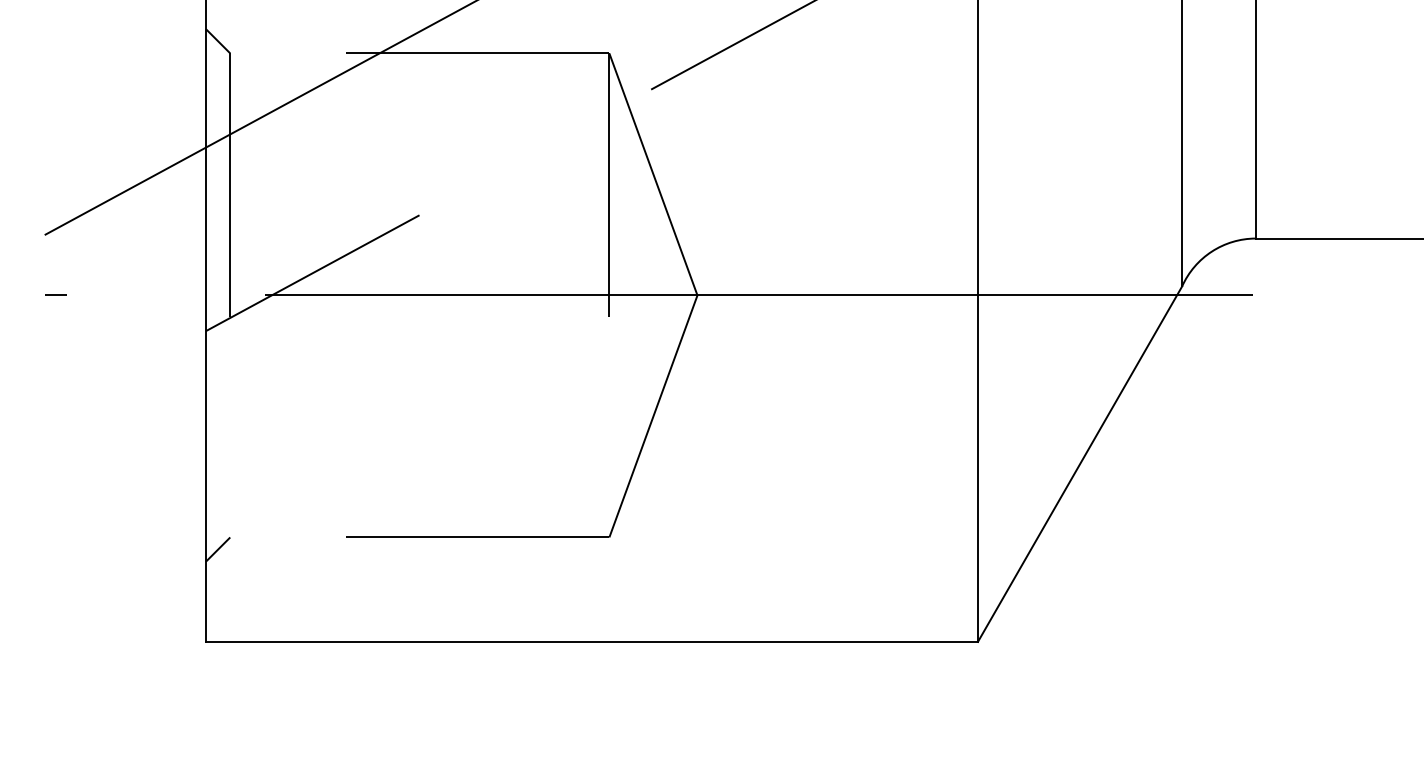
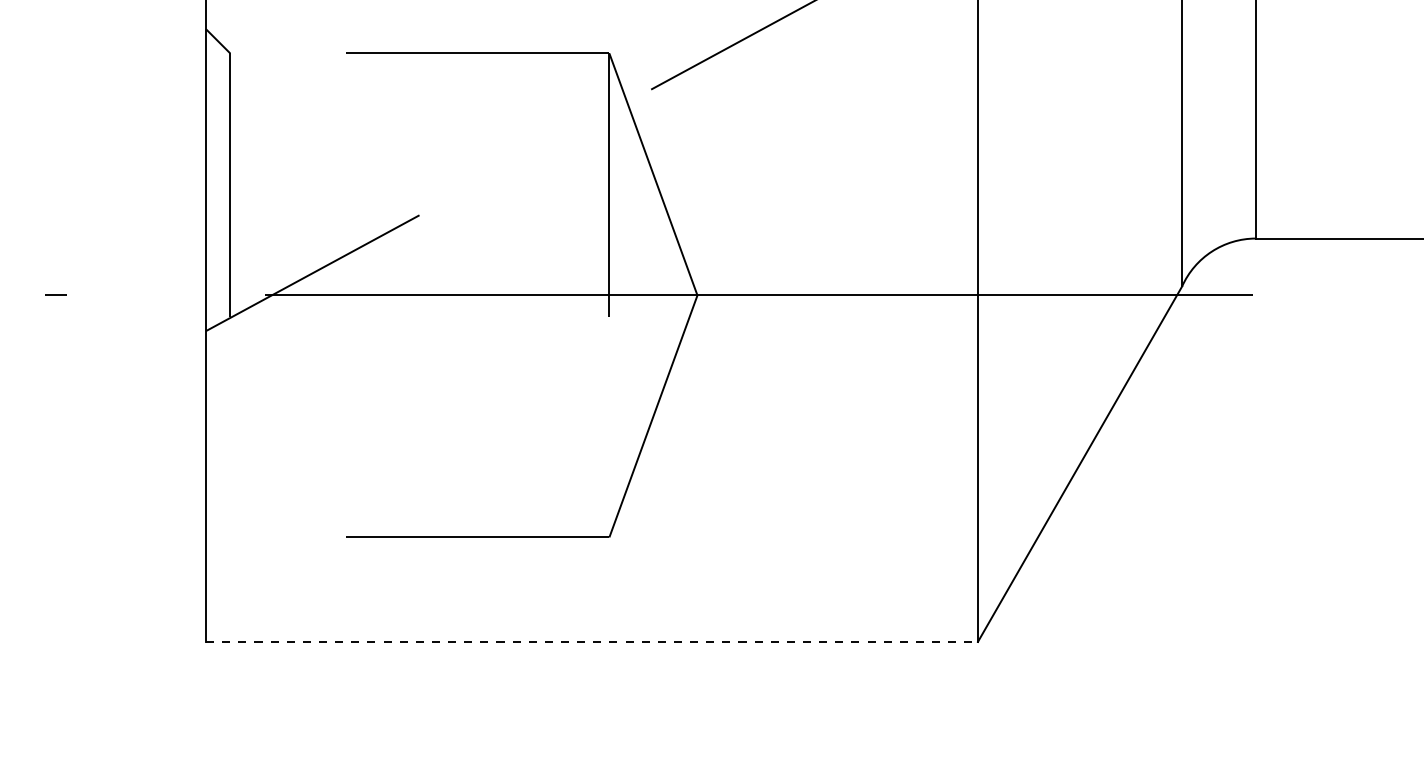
line at (258, 118): present -> none
line at (218, 549): present -> none
line at (592, 641): solid -> dashed
